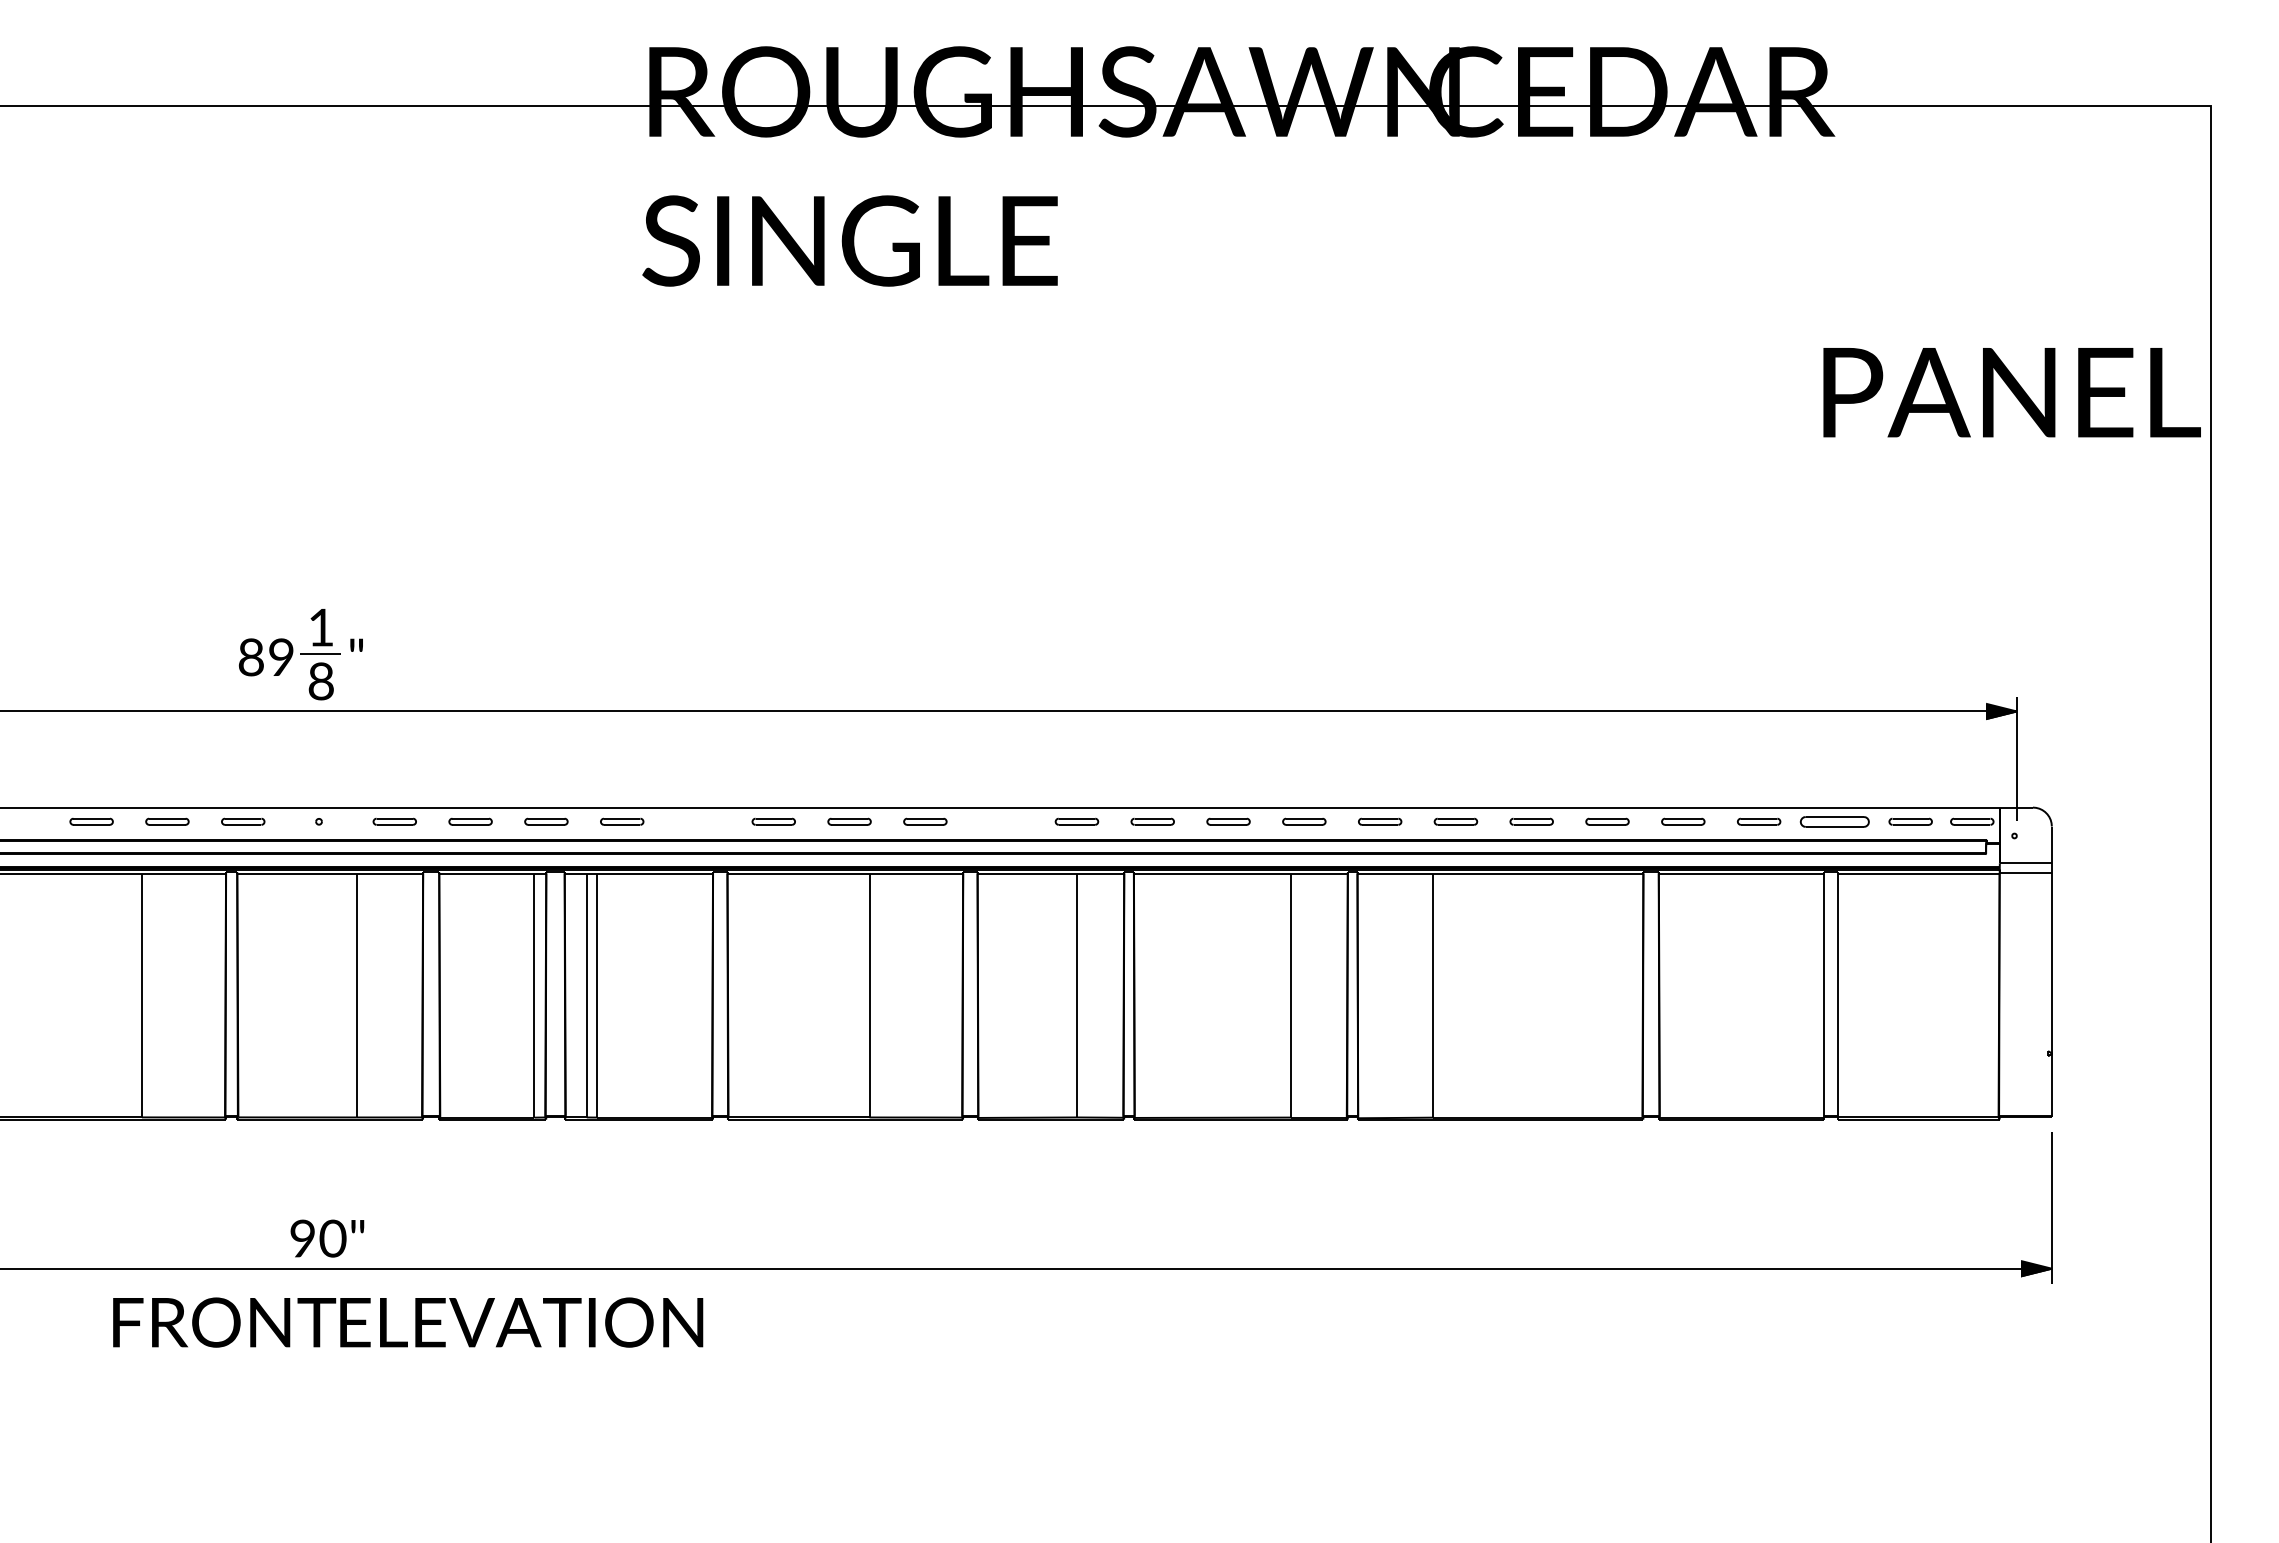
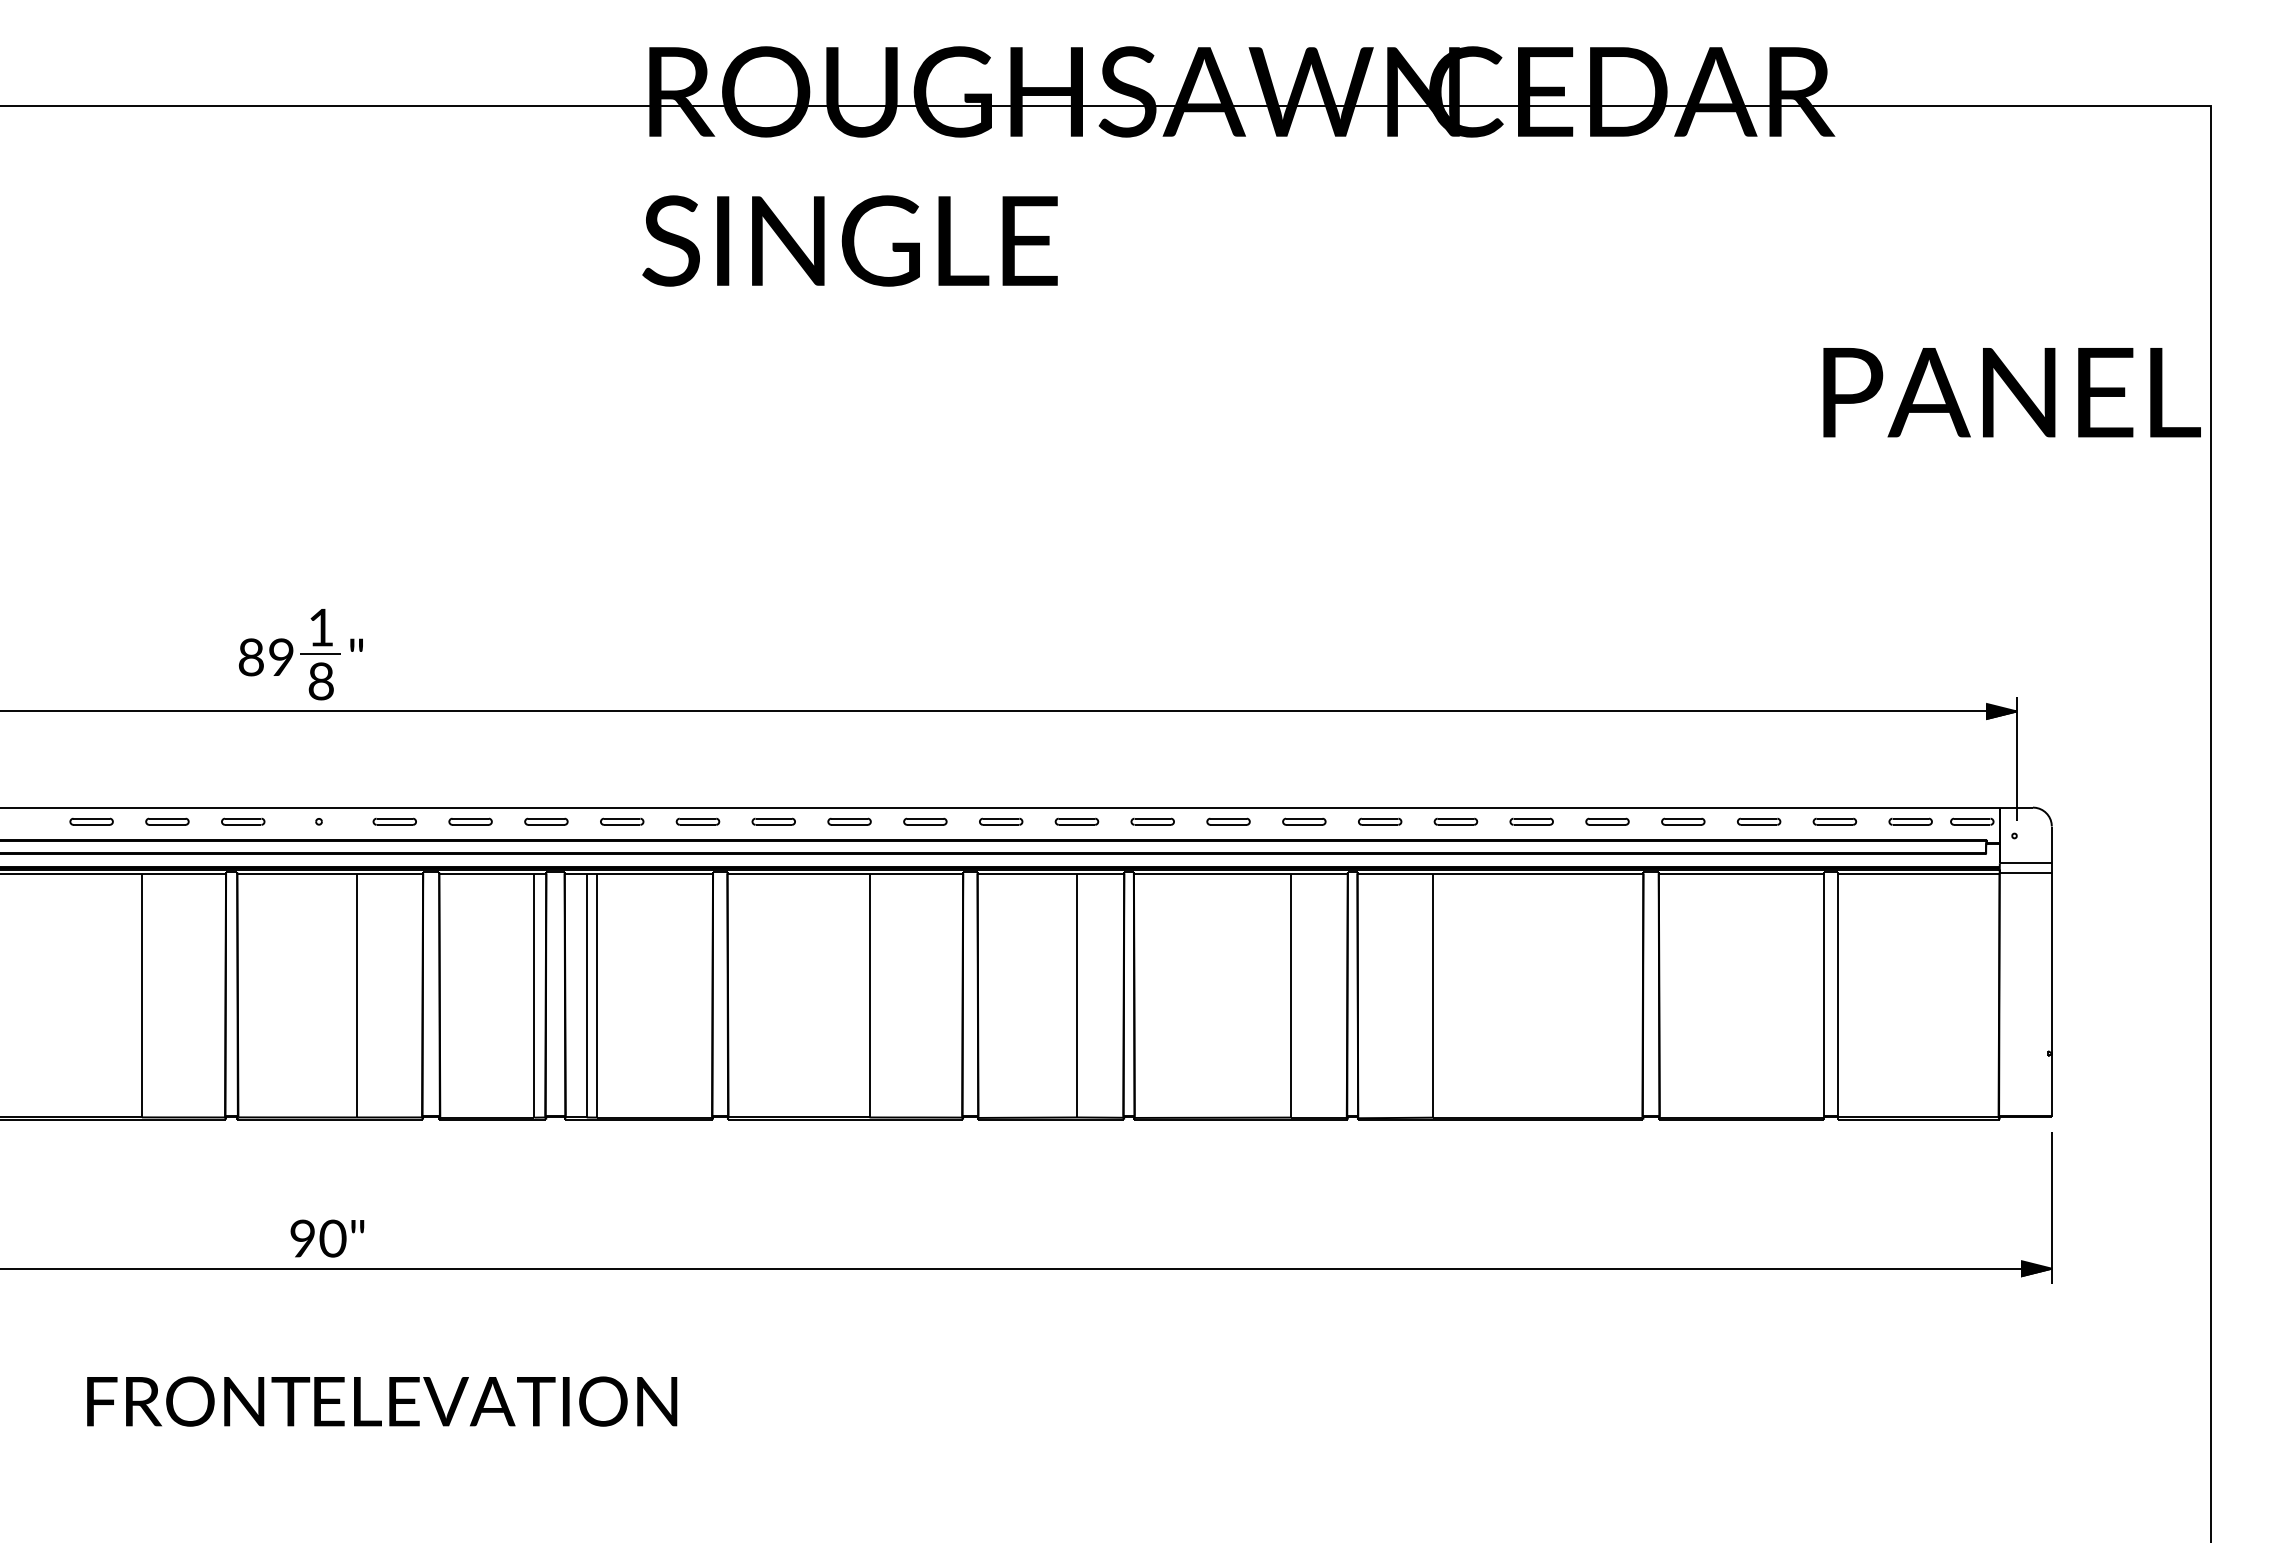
part at (697, 821): none -> present
part at (1001, 821): none -> present
part at (1834, 821) size: 71x12 px -> 46x9 px
text at (408, 1322) position: (408, 1322) -> (382, 1401)
